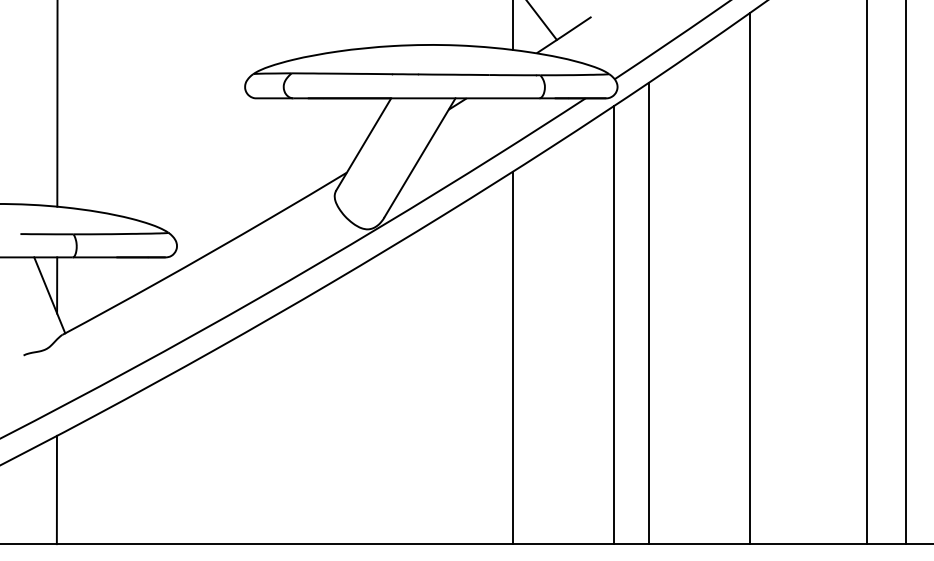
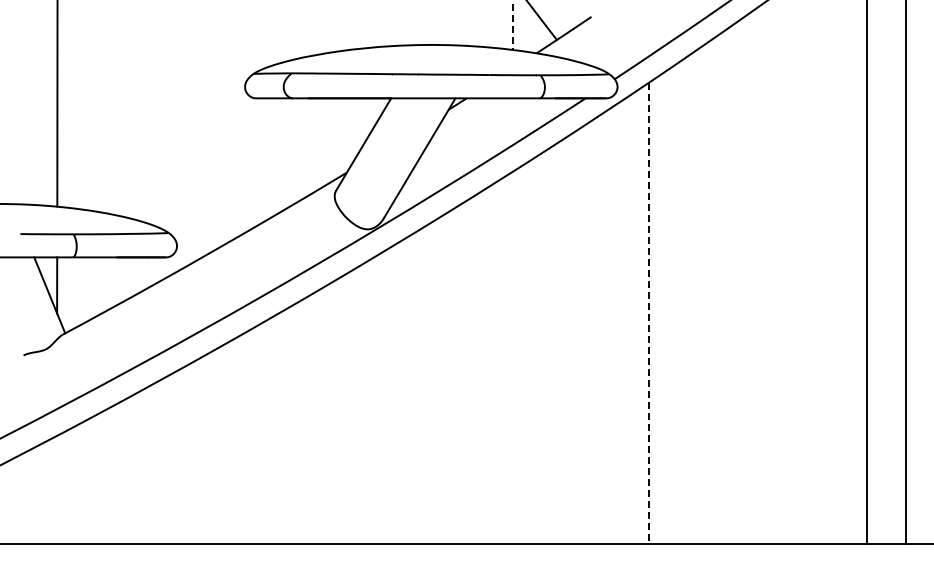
line at (512, 25): solid -> dashed
line at (749, 278): present -> none
line at (648, 313): solid -> dashed
line at (614, 325): present -> none
line at (512, 357): present -> none
line at (56, 489): present -> none
